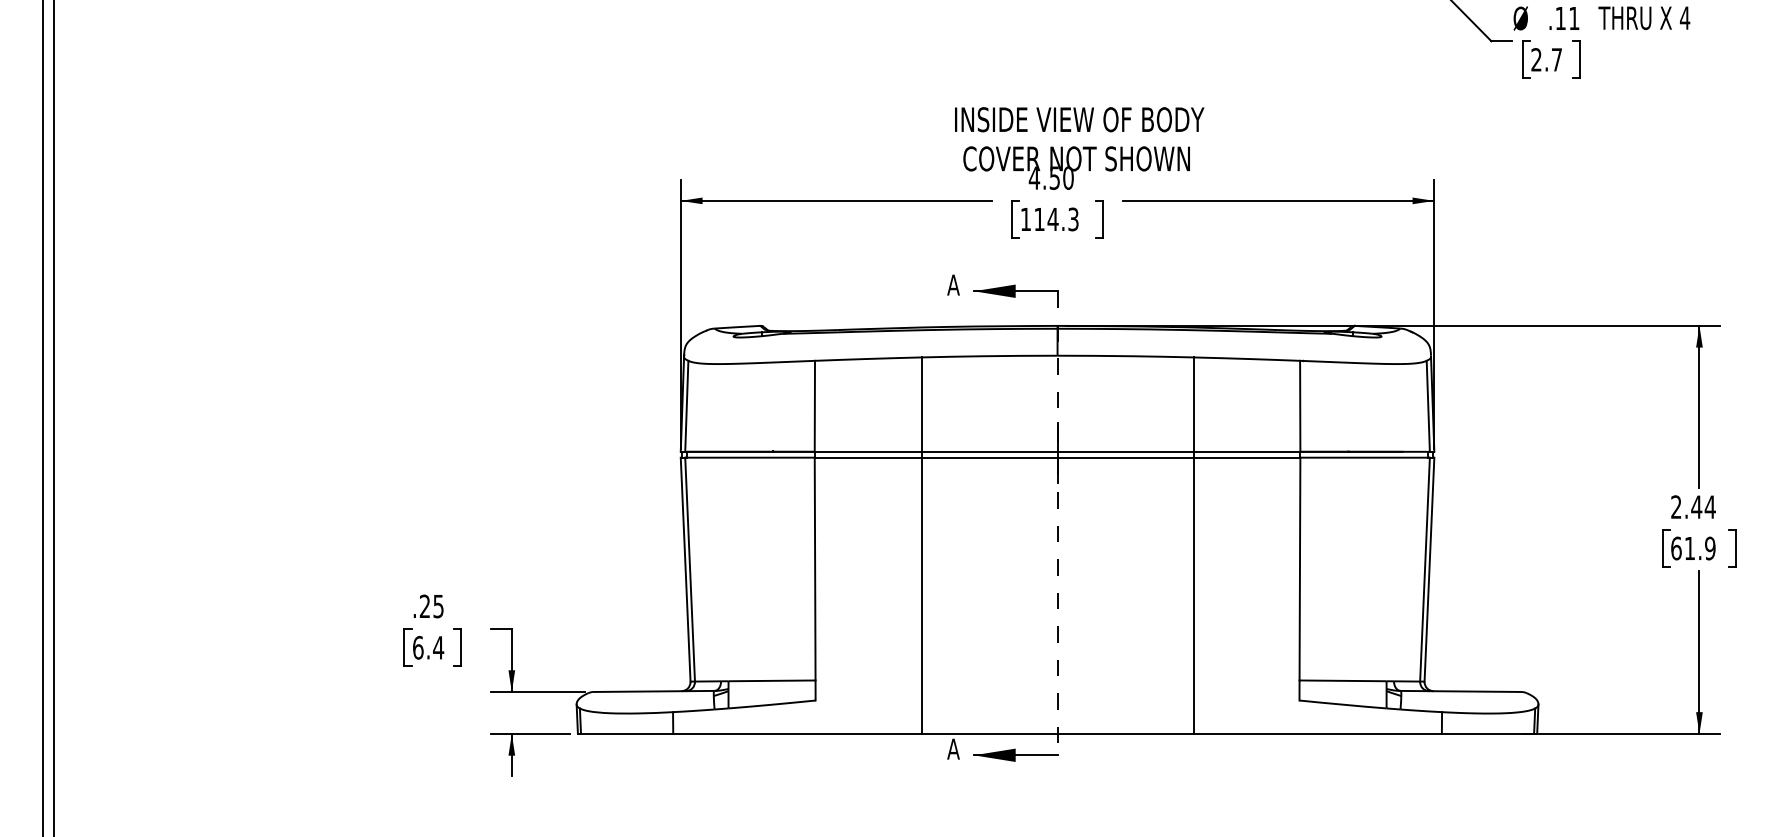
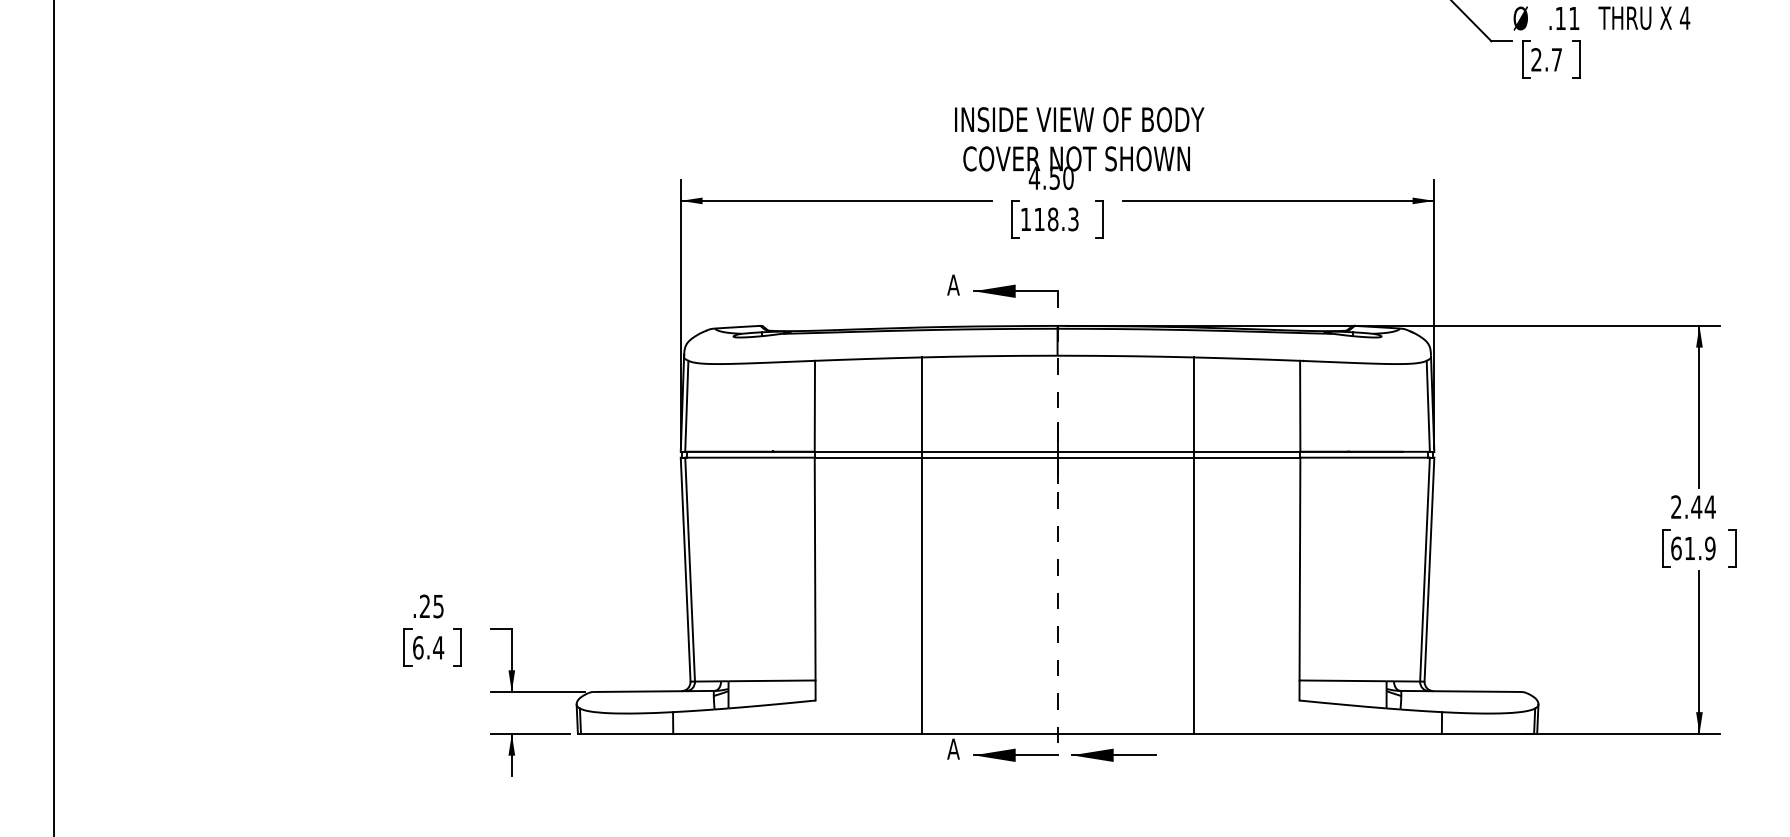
text at (1052, 219): 114.3 -> 118.3
line at (43, 417): present -> none
part at (1113, 754): none -> present
